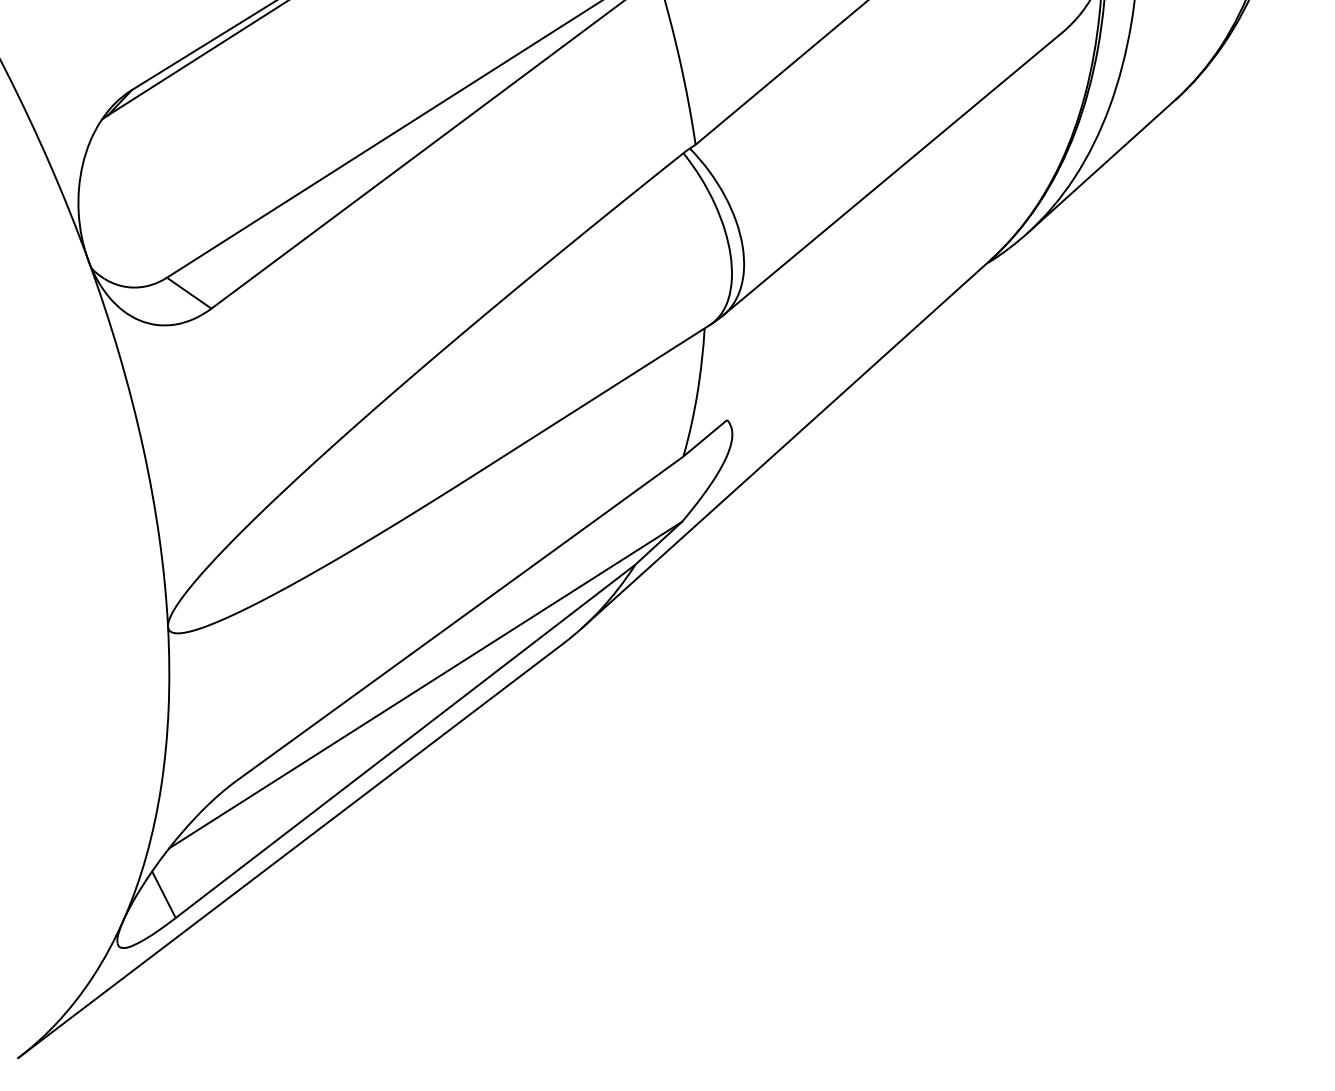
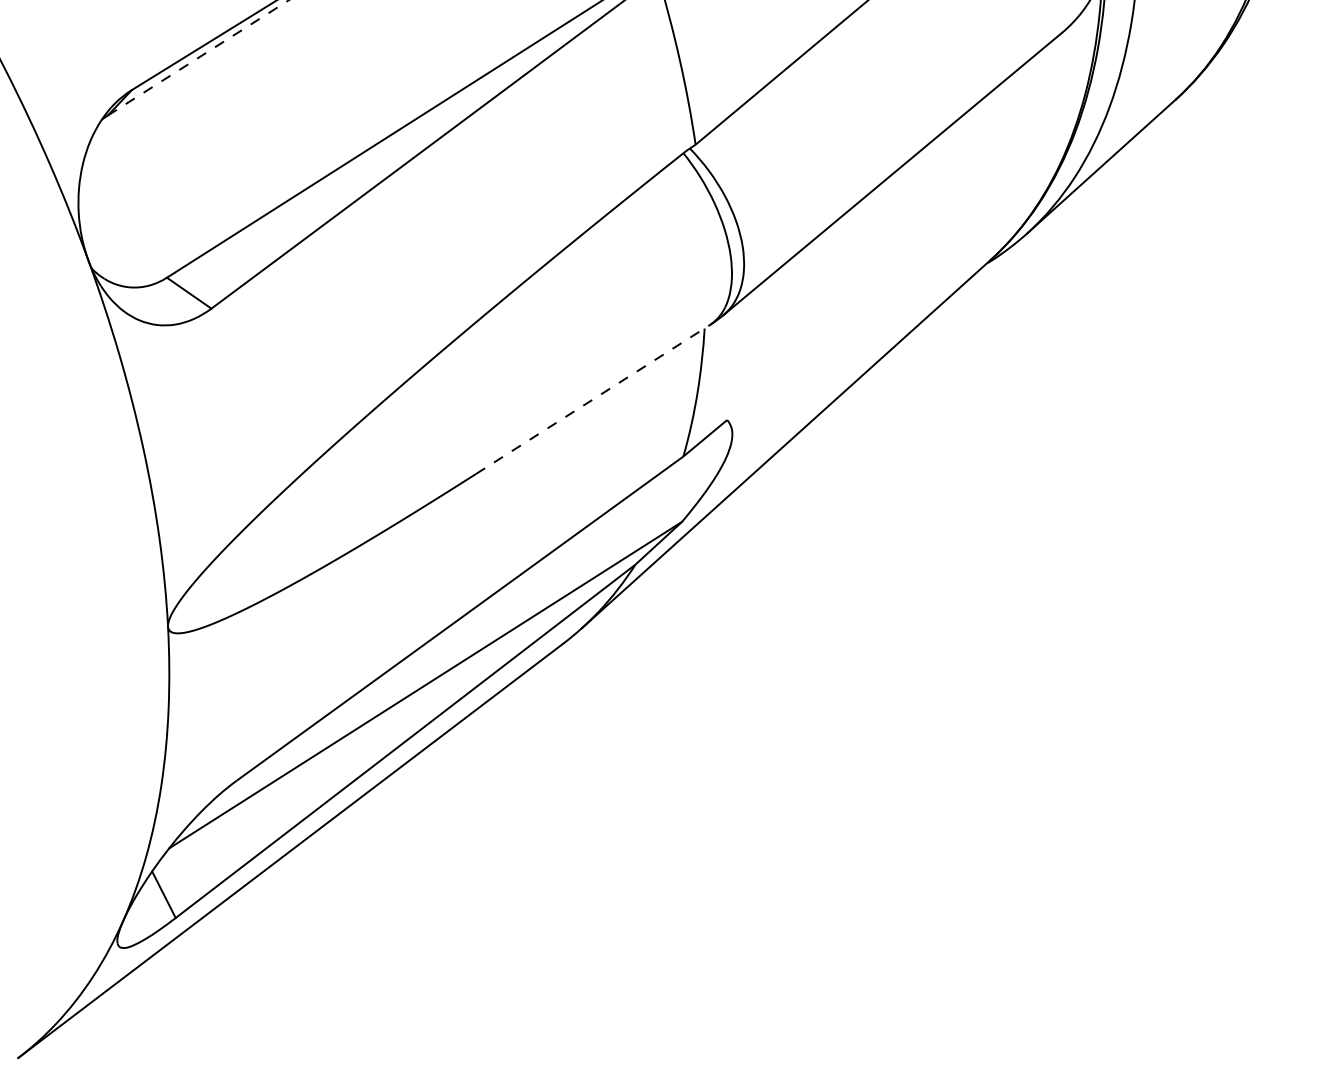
line at (198, 57): solid -> dashed
line at (592, 399): solid -> dashed
